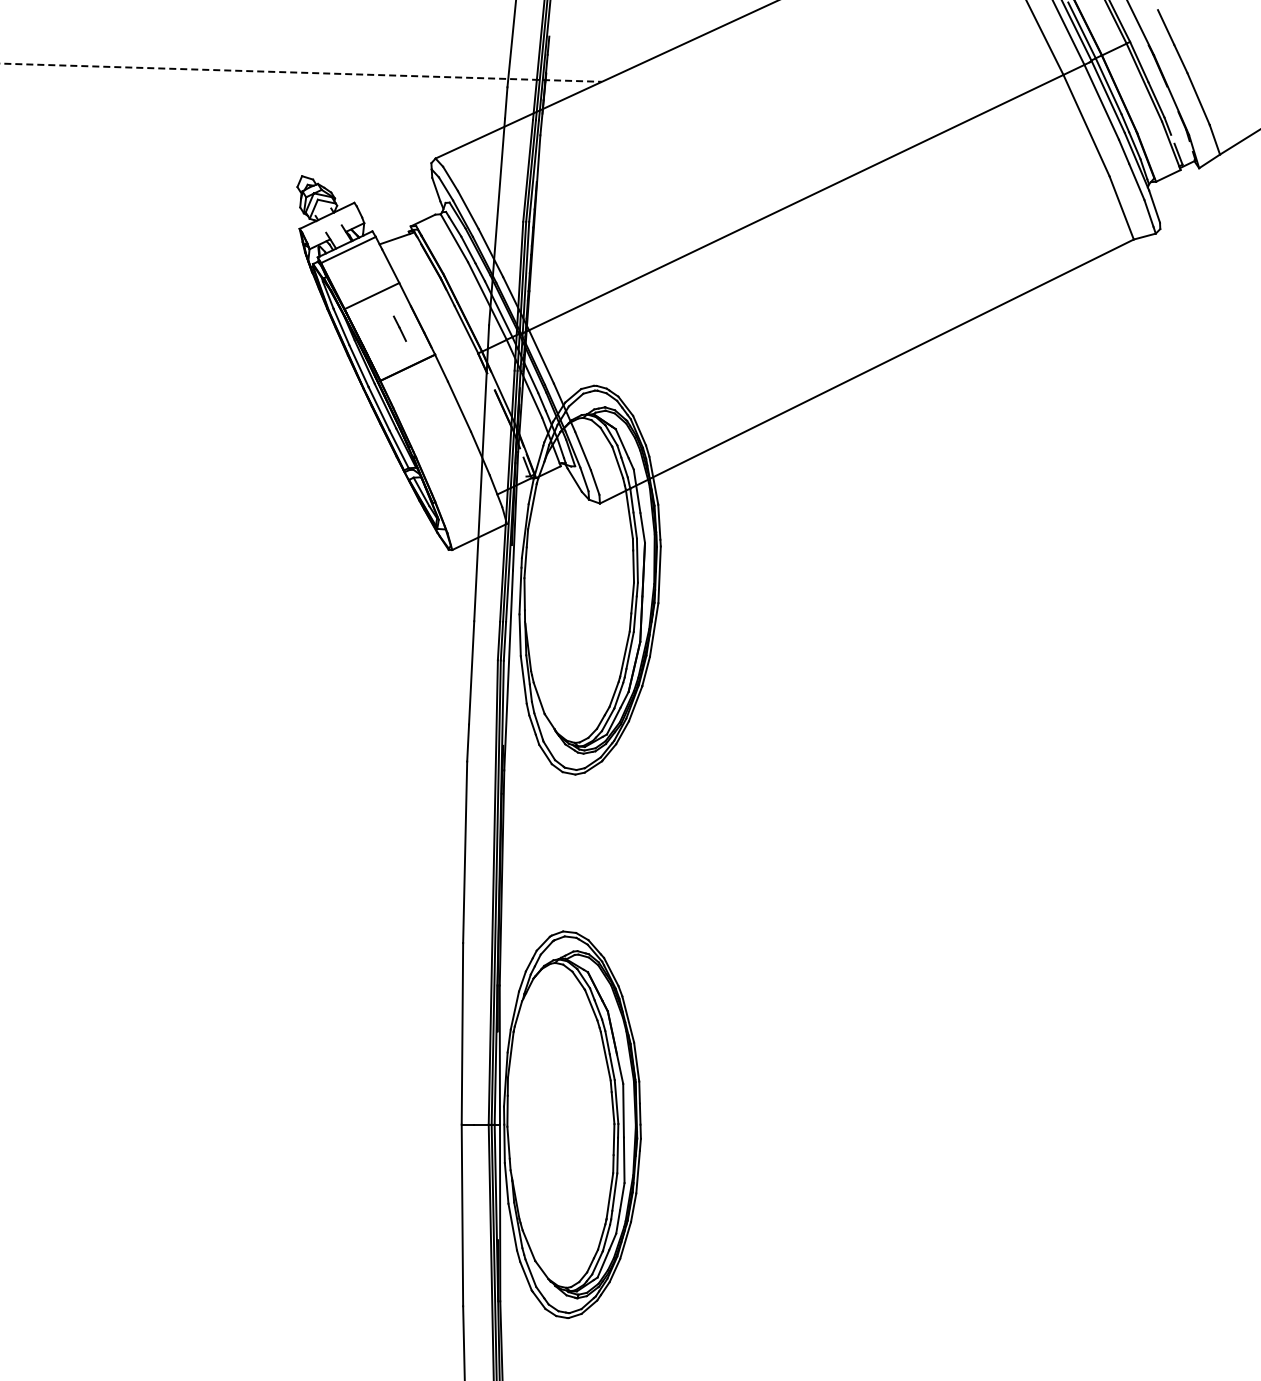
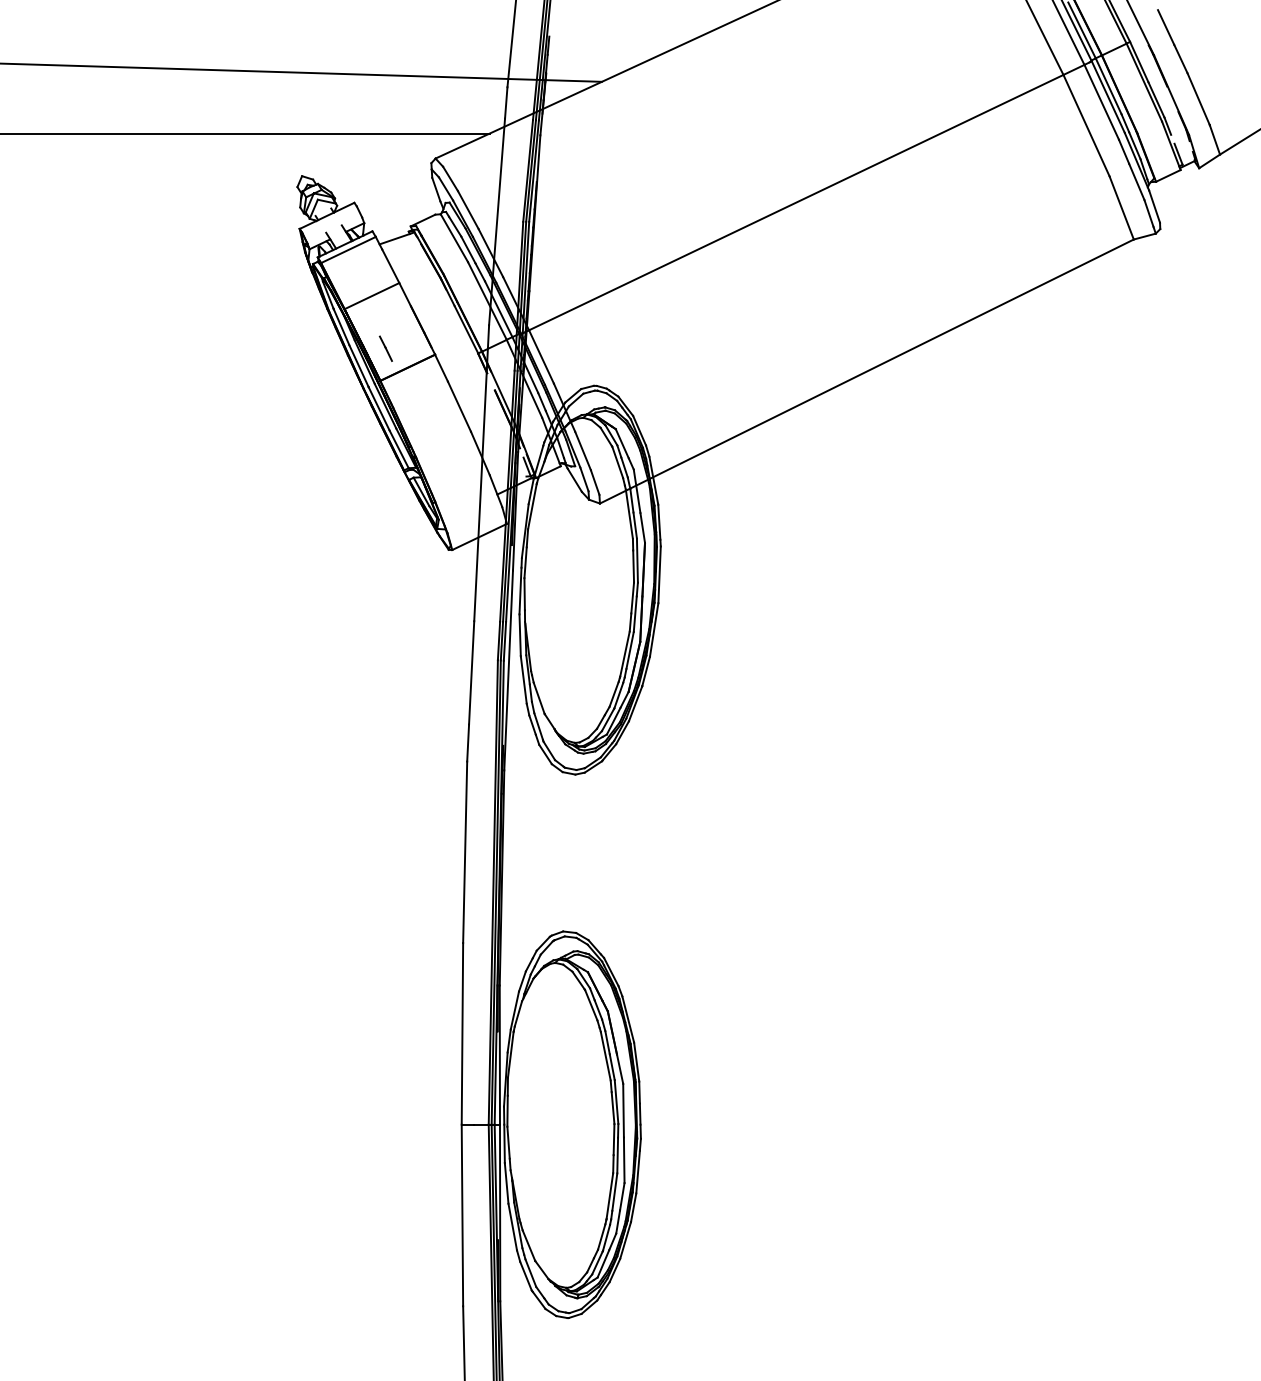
line at (301, 72): dashed -> solid
line at (245, 133): none -> present
line at (399, 328) position: (399, 328) -> (385, 348)
